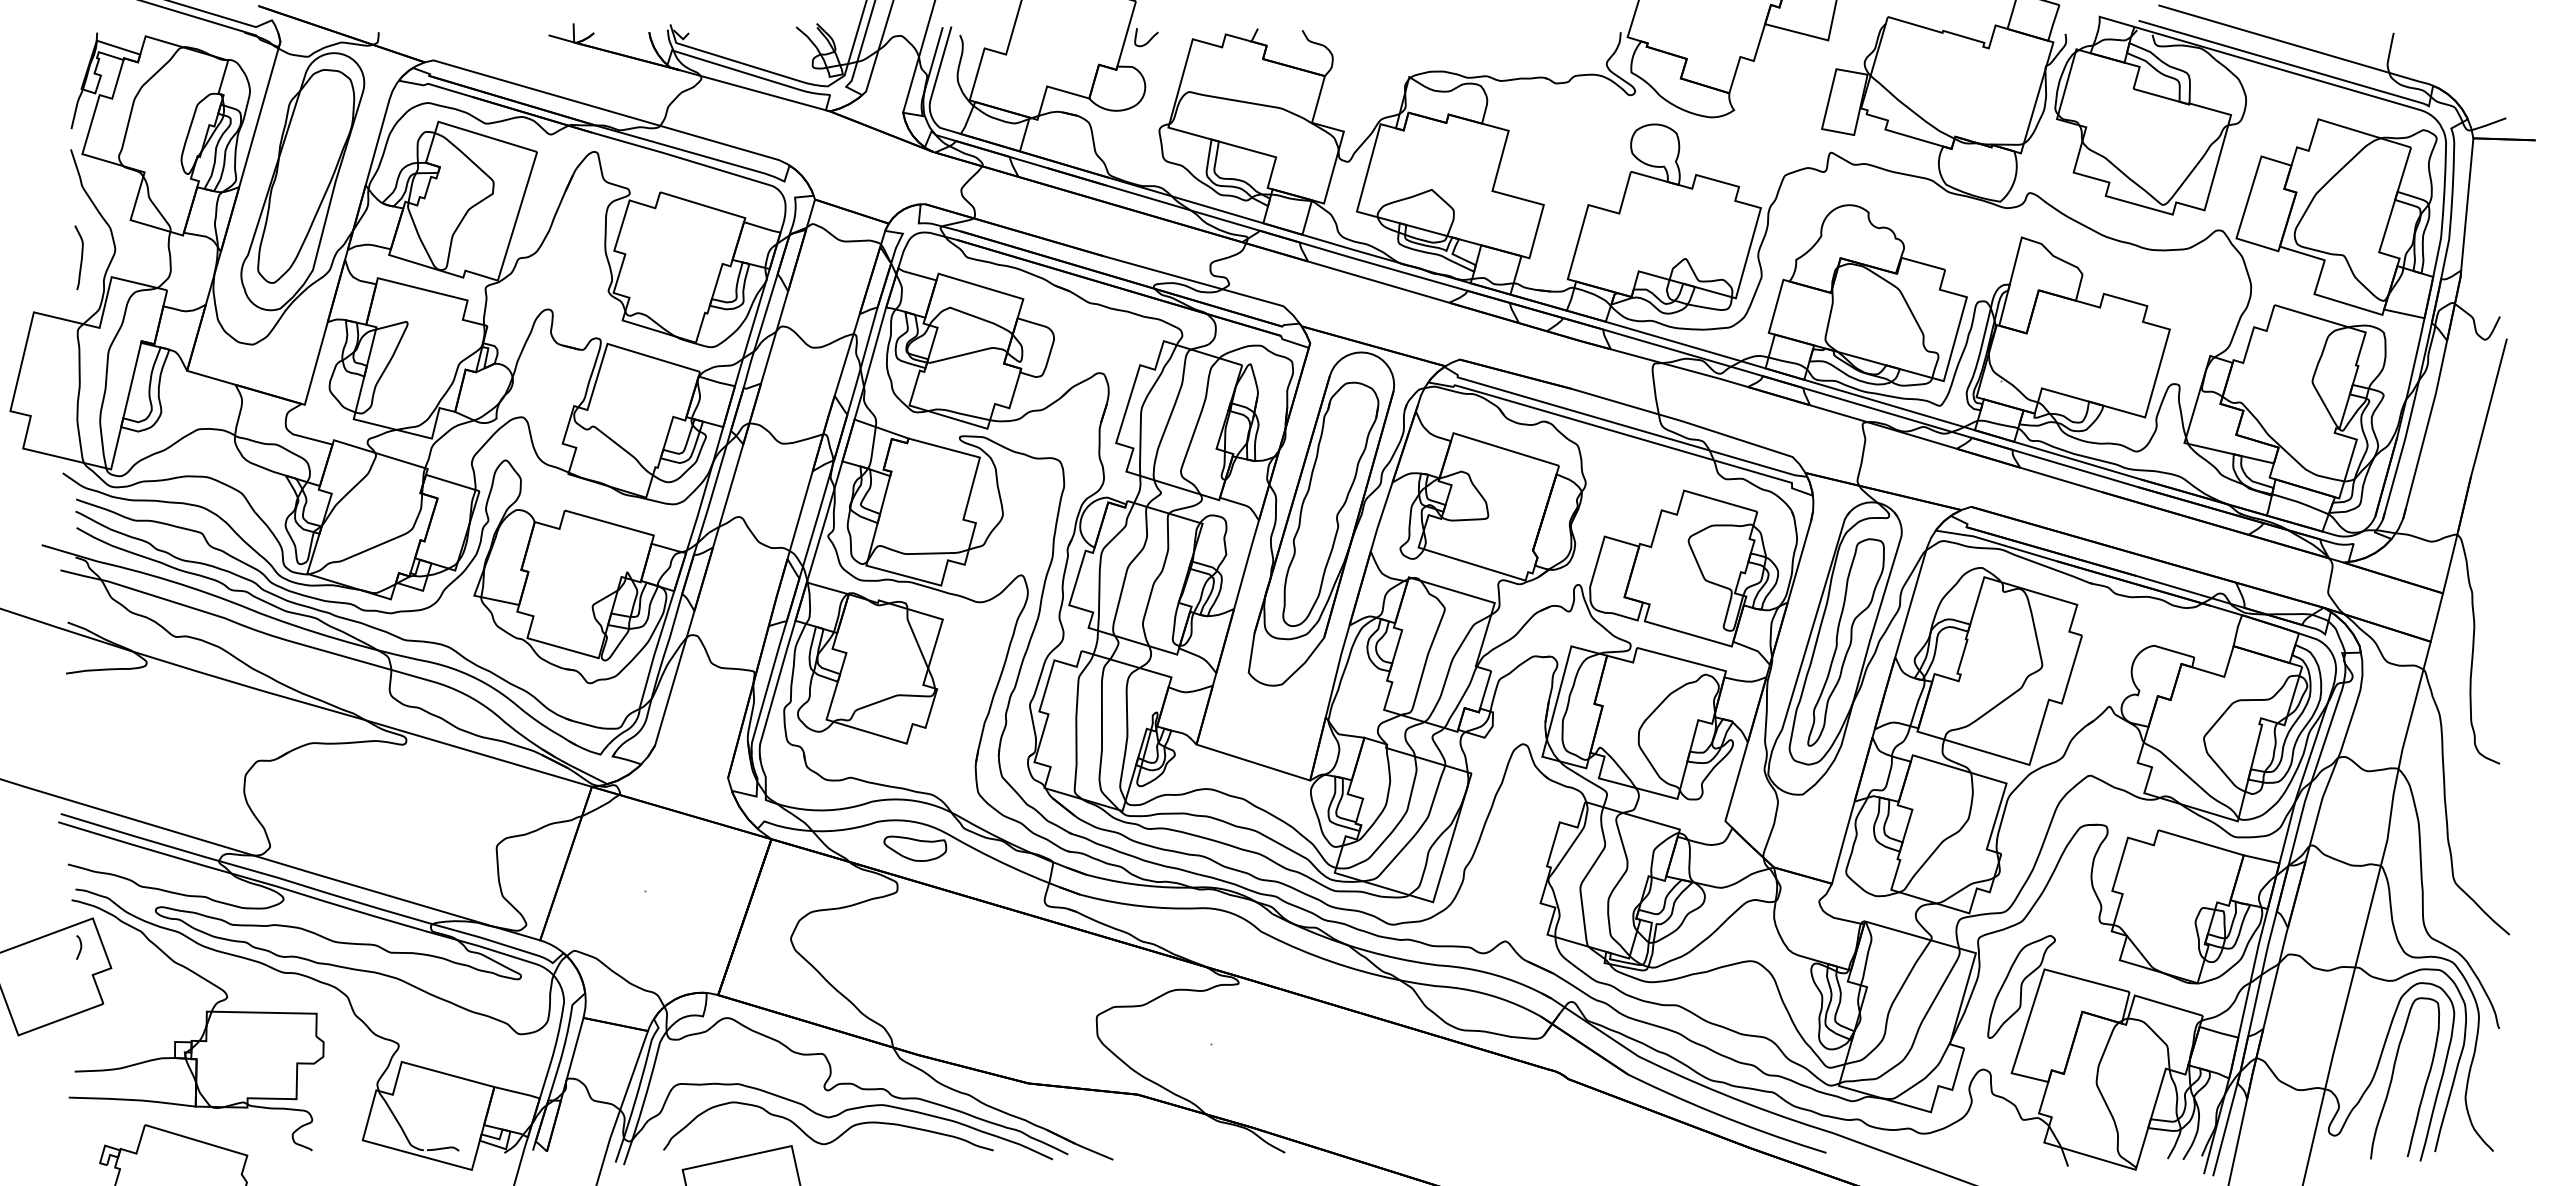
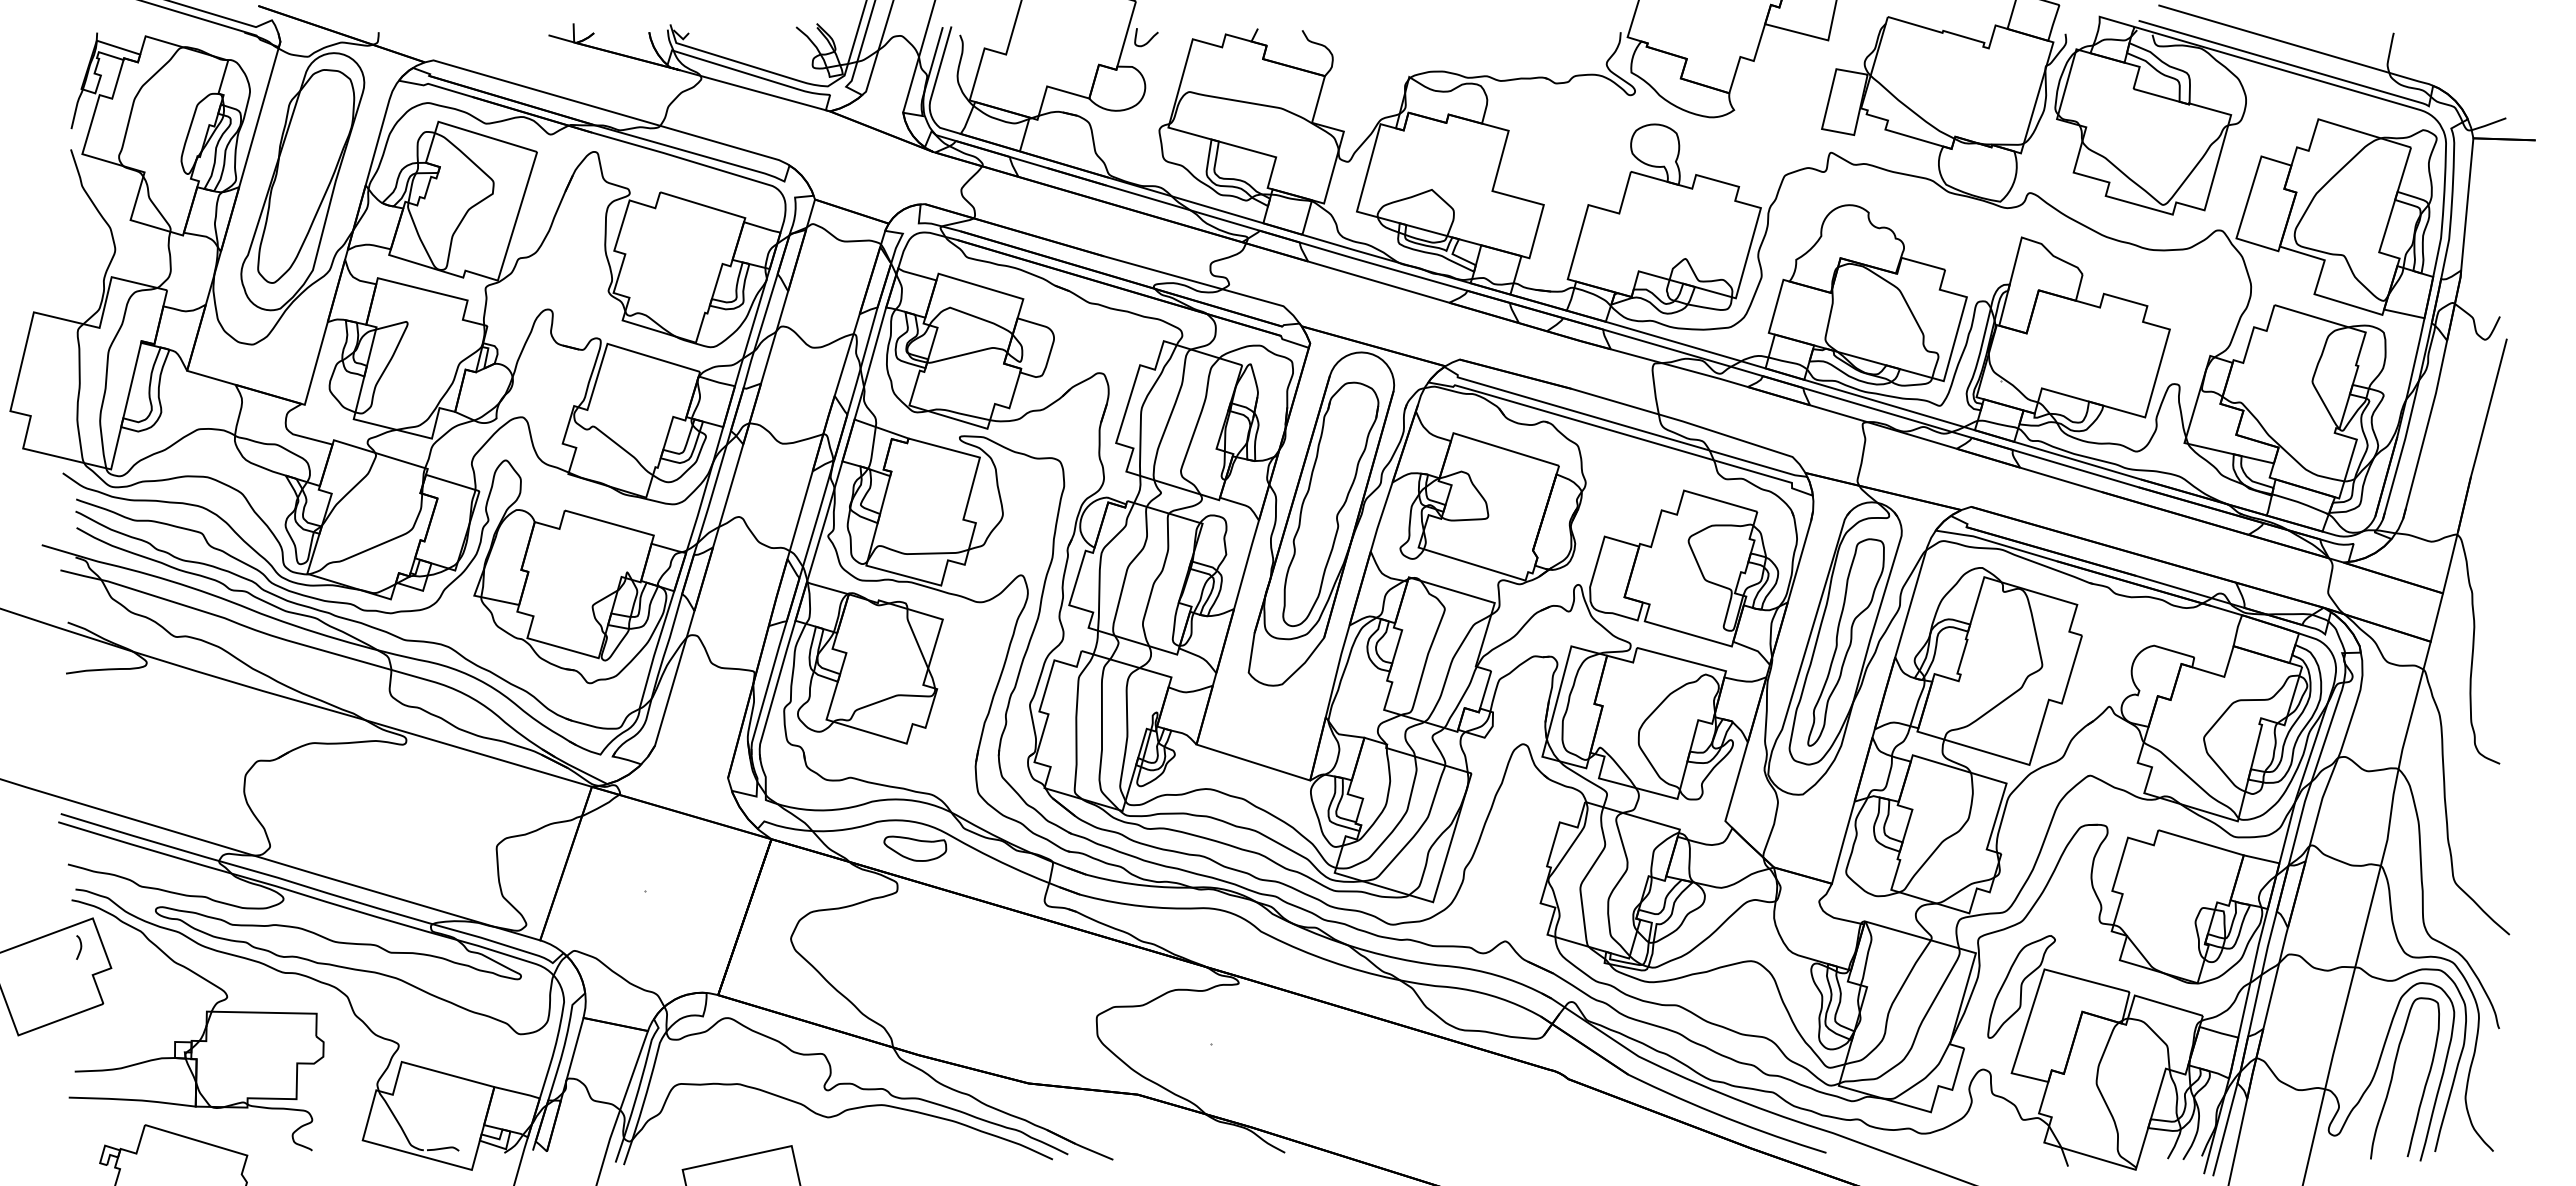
curve at (80, 259): present -> none
curve at (836, 1137): present -> none
